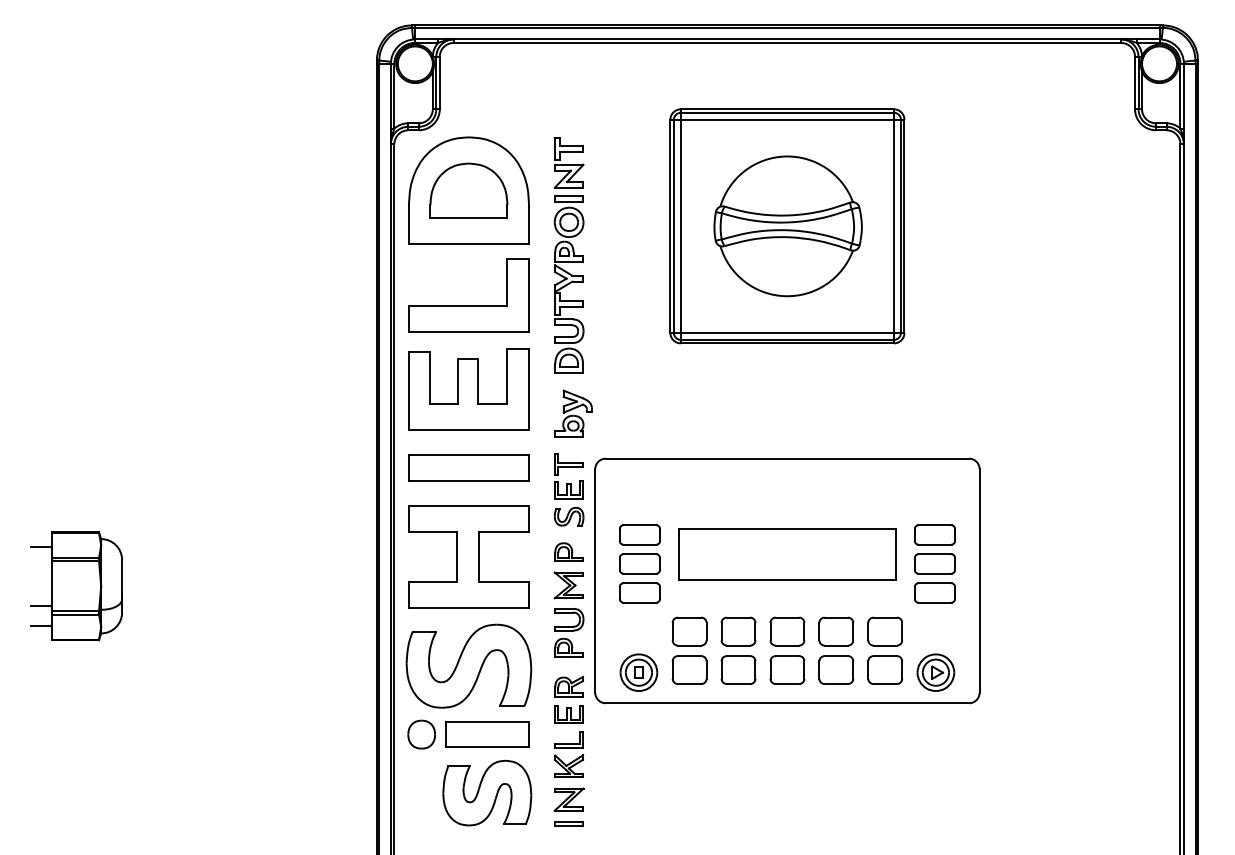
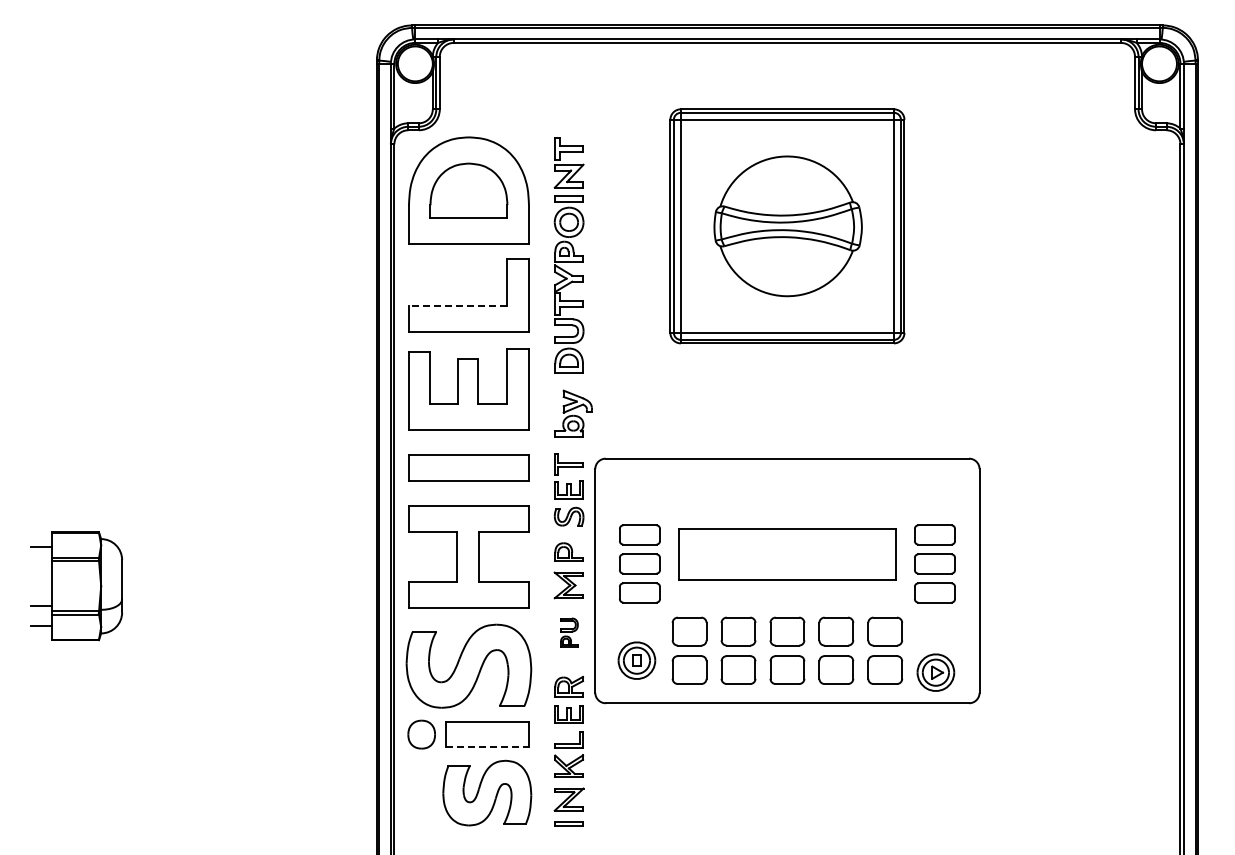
line at (457, 305): solid -> dashed
part at (569, 632) size: 31x50 px -> 19x31 px
part at (638, 672) position: (638, 672) -> (636, 660)
line at (487, 747): solid -> dashed
